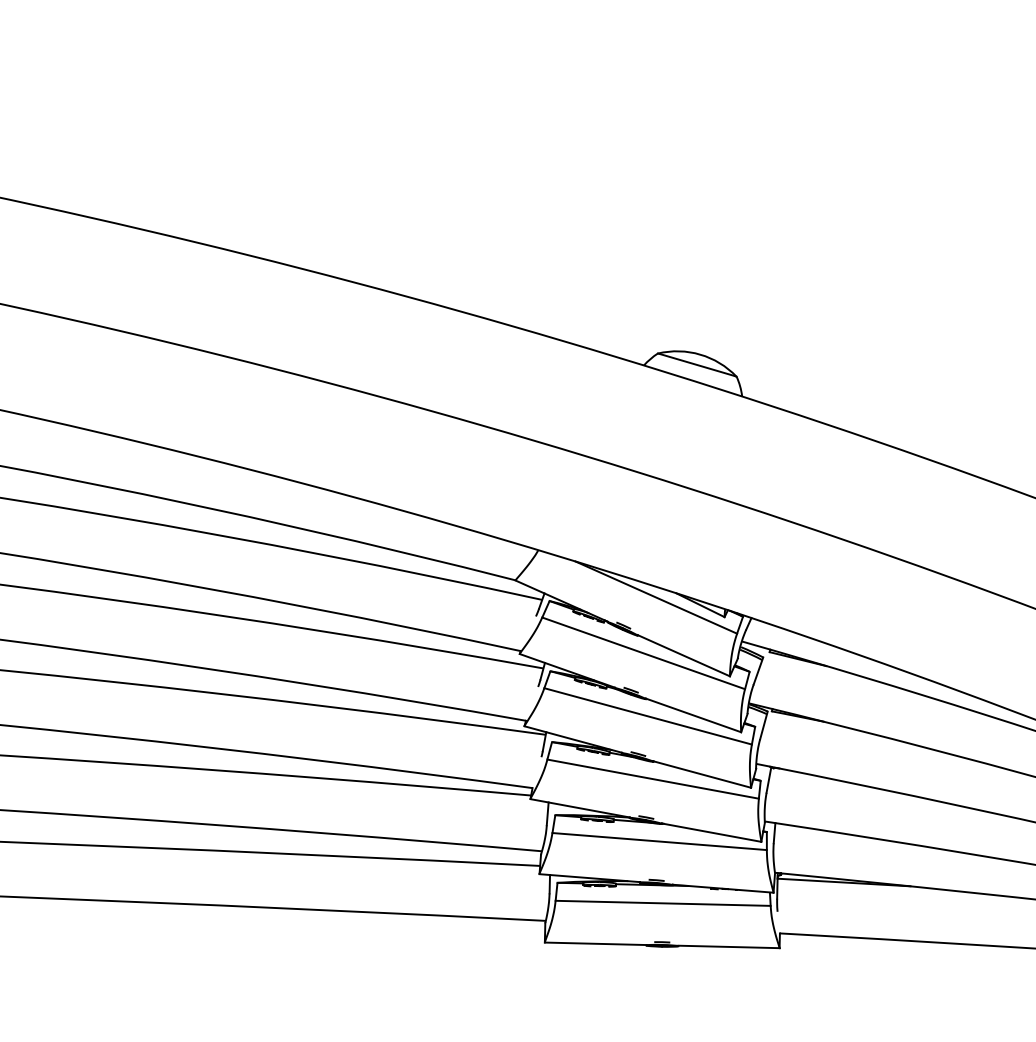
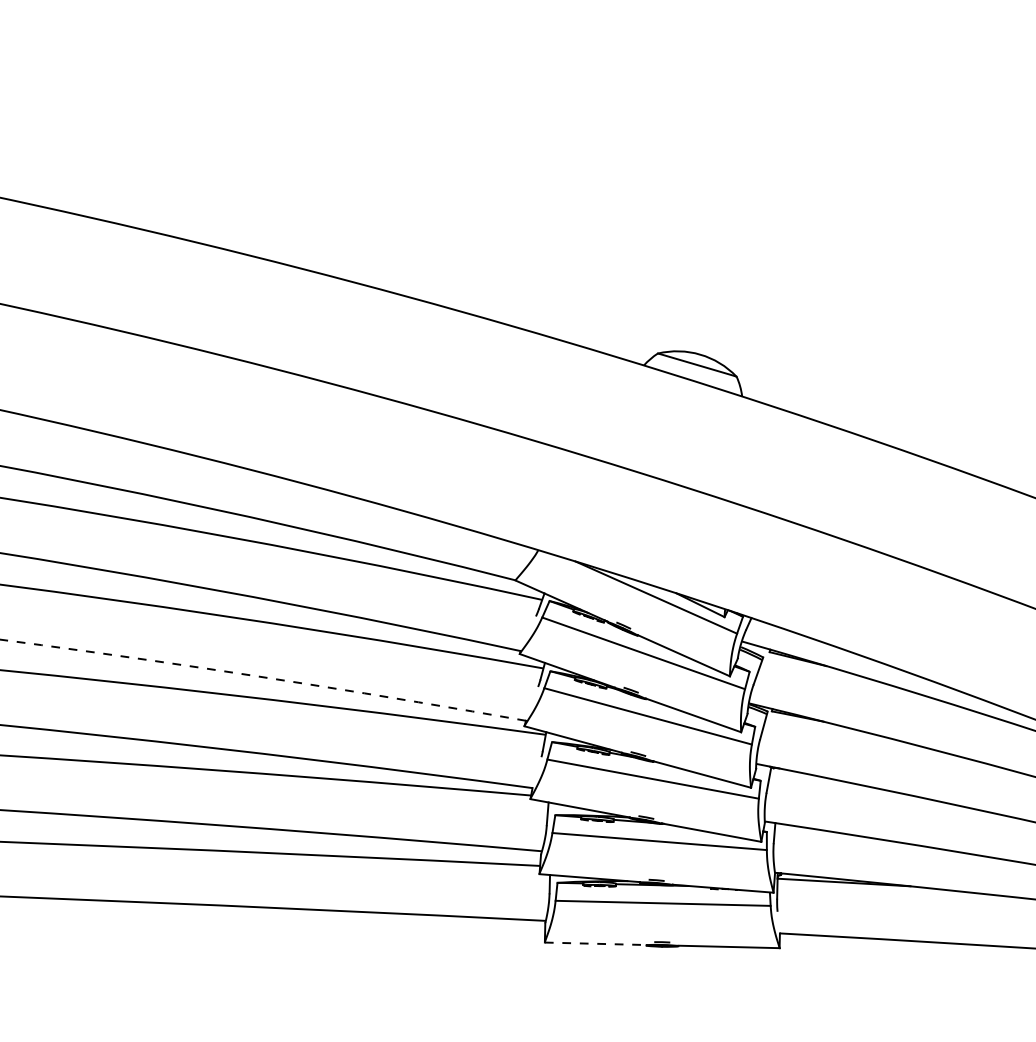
arc at (262, 677): solid -> dashed
line at (595, 943): solid -> dashed
